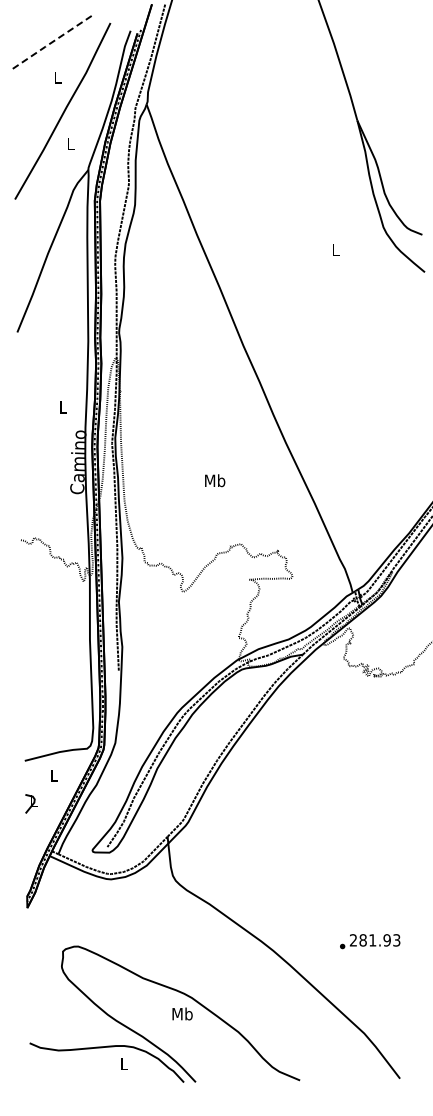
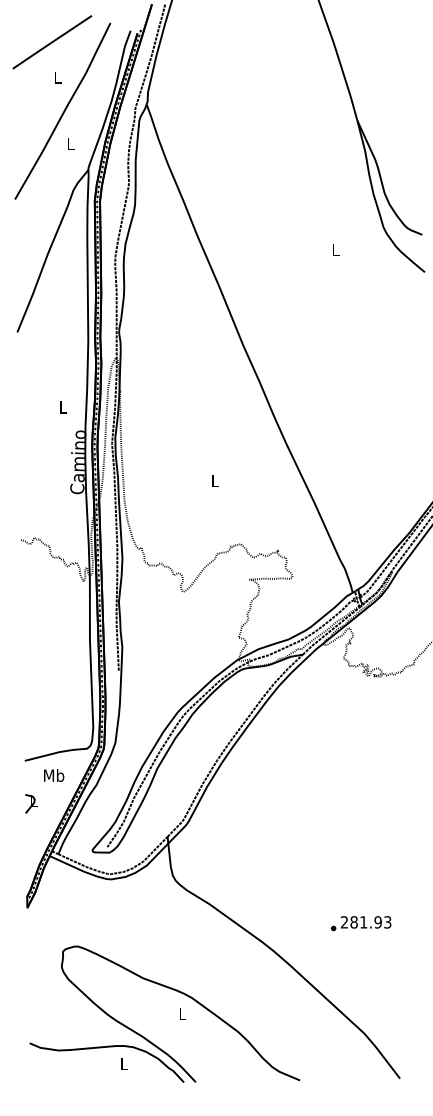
line at (52, 42): dashed -> solid
text at (215, 480): Mb -> L
text at (54, 775): L -> Mb
text at (370, 941) position: (370, 941) -> (361, 923)
text at (182, 1013): Mb -> L
